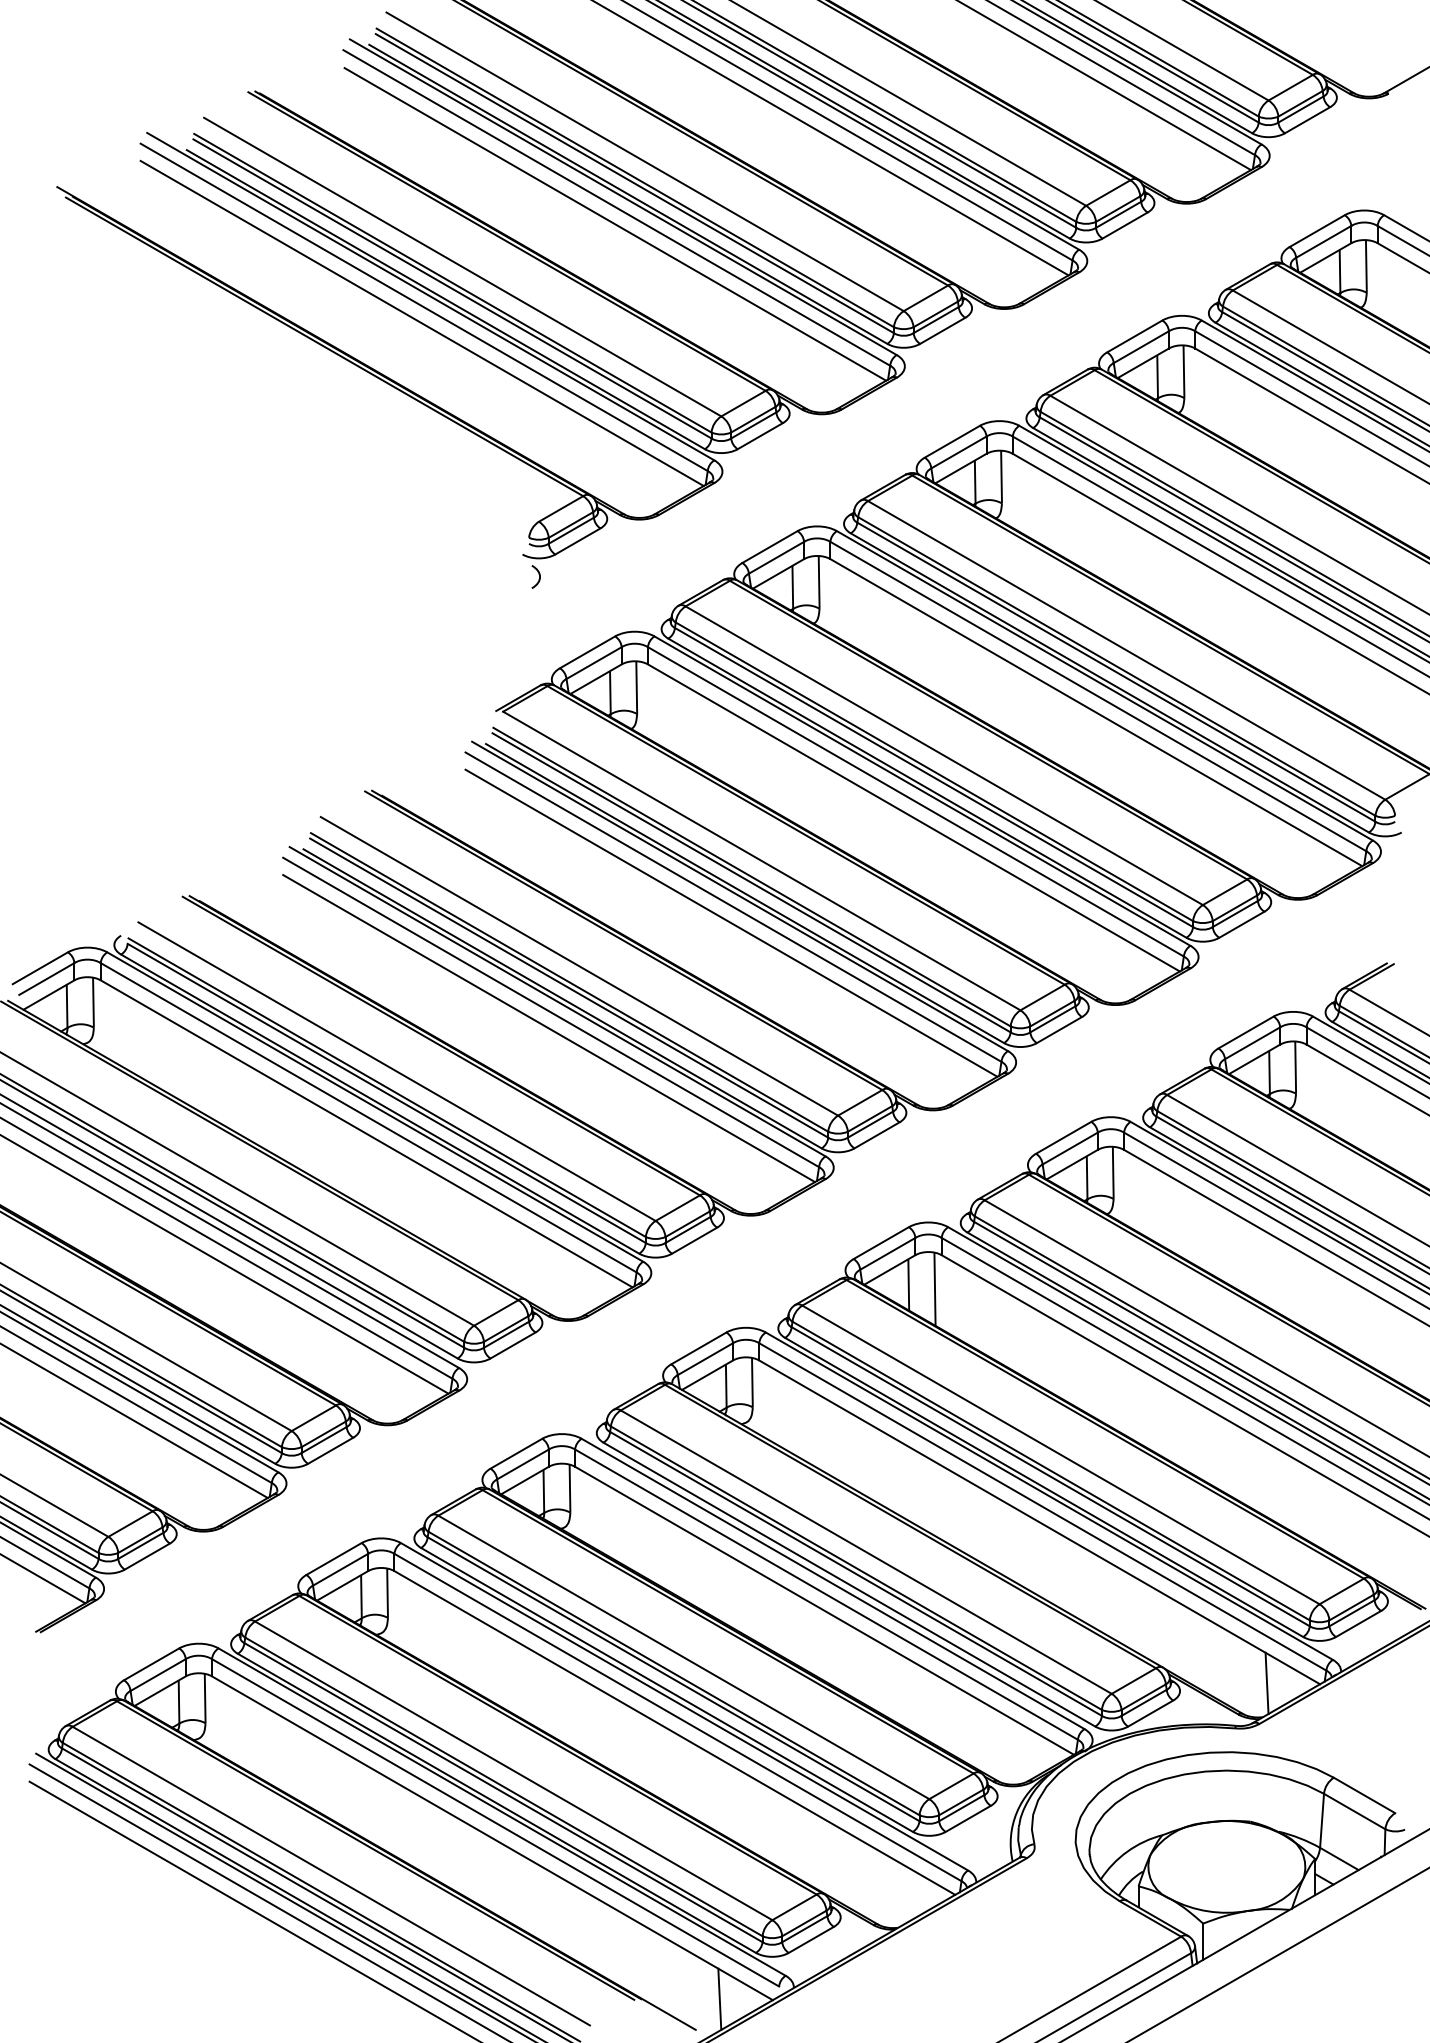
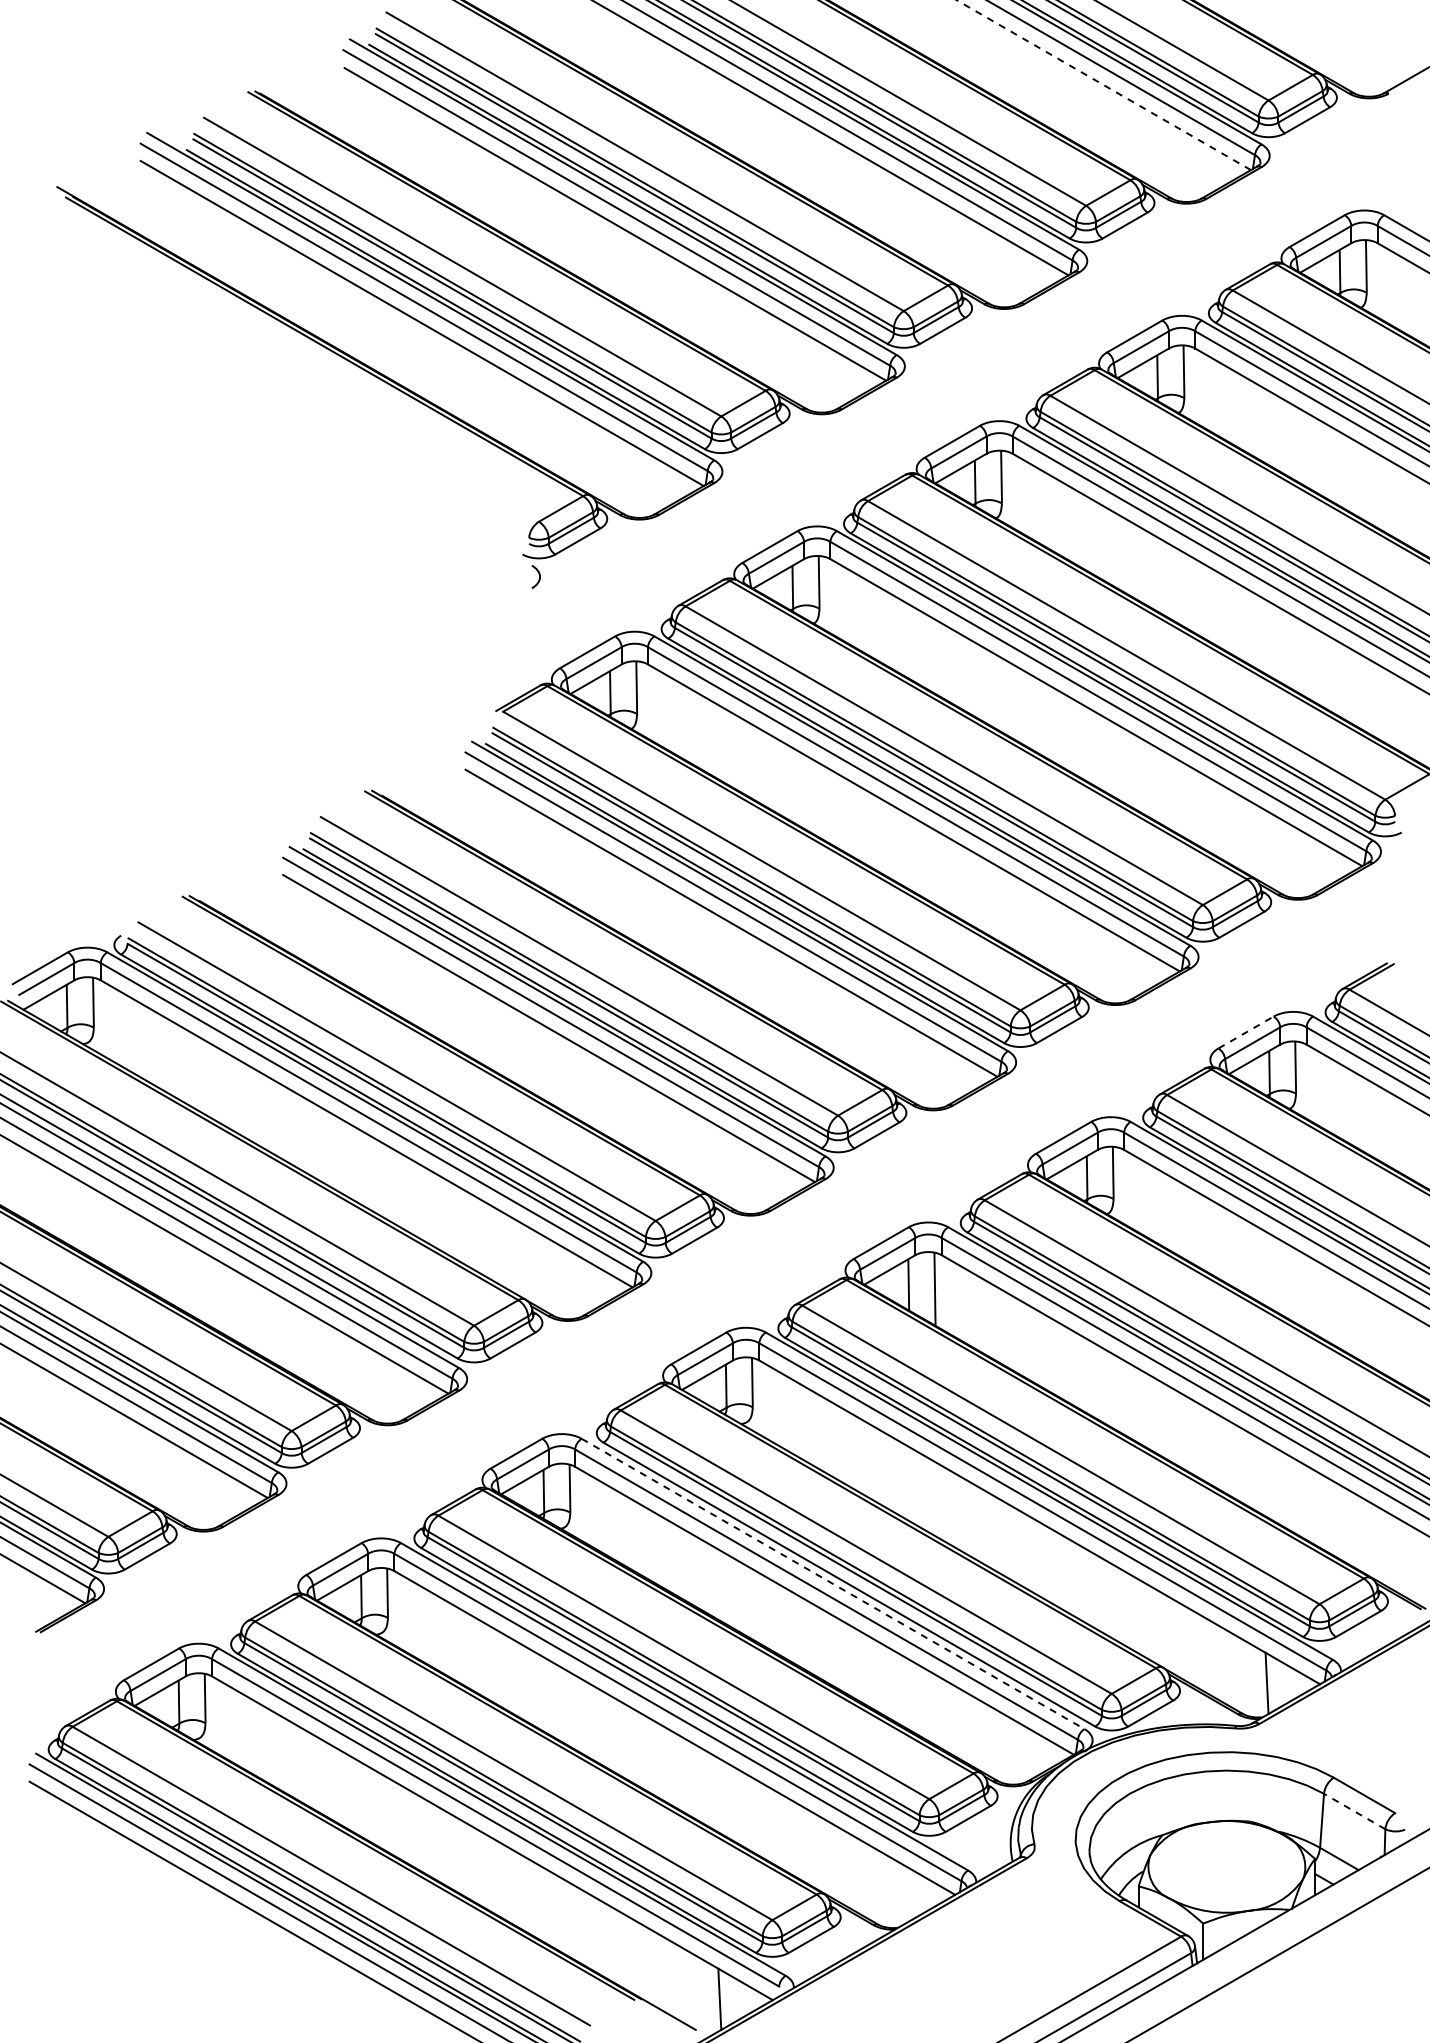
line at (1103, 85): solid -> dashed
line at (1246, 1032): solid -> dashed
line at (833, 1584): solid -> dashed
line at (1354, 1811): solid -> dashed
